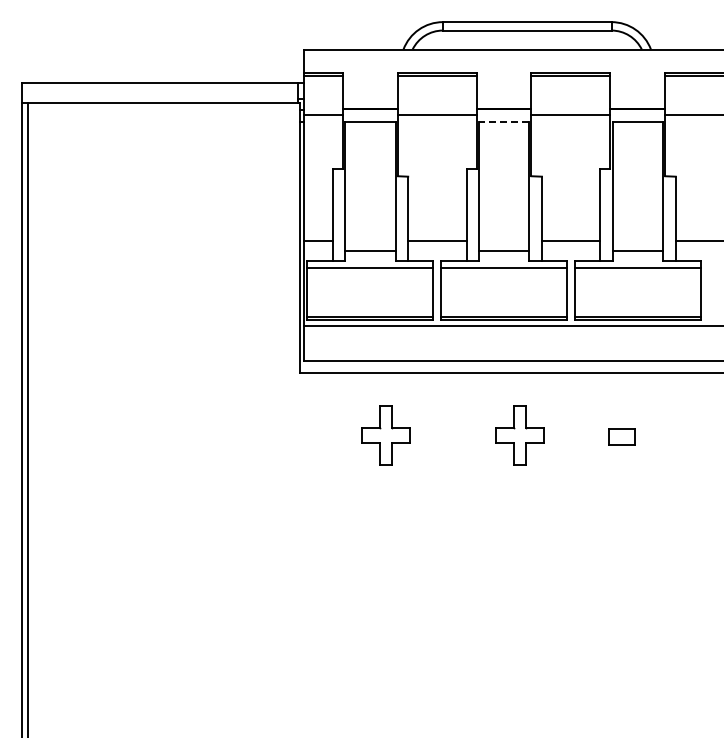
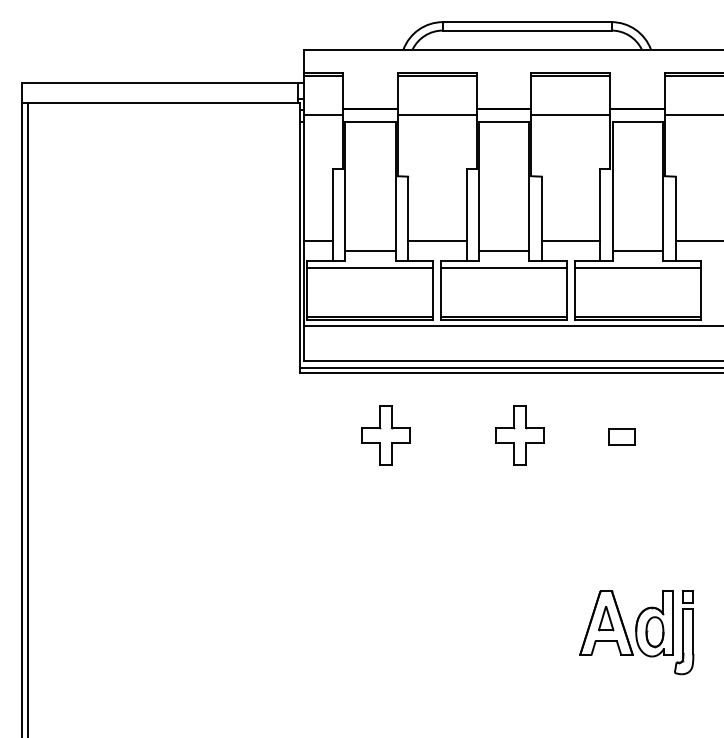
line at (503, 121): dashed -> solid
line at (509, 367): none -> present
part at (636, 632): none -> present
